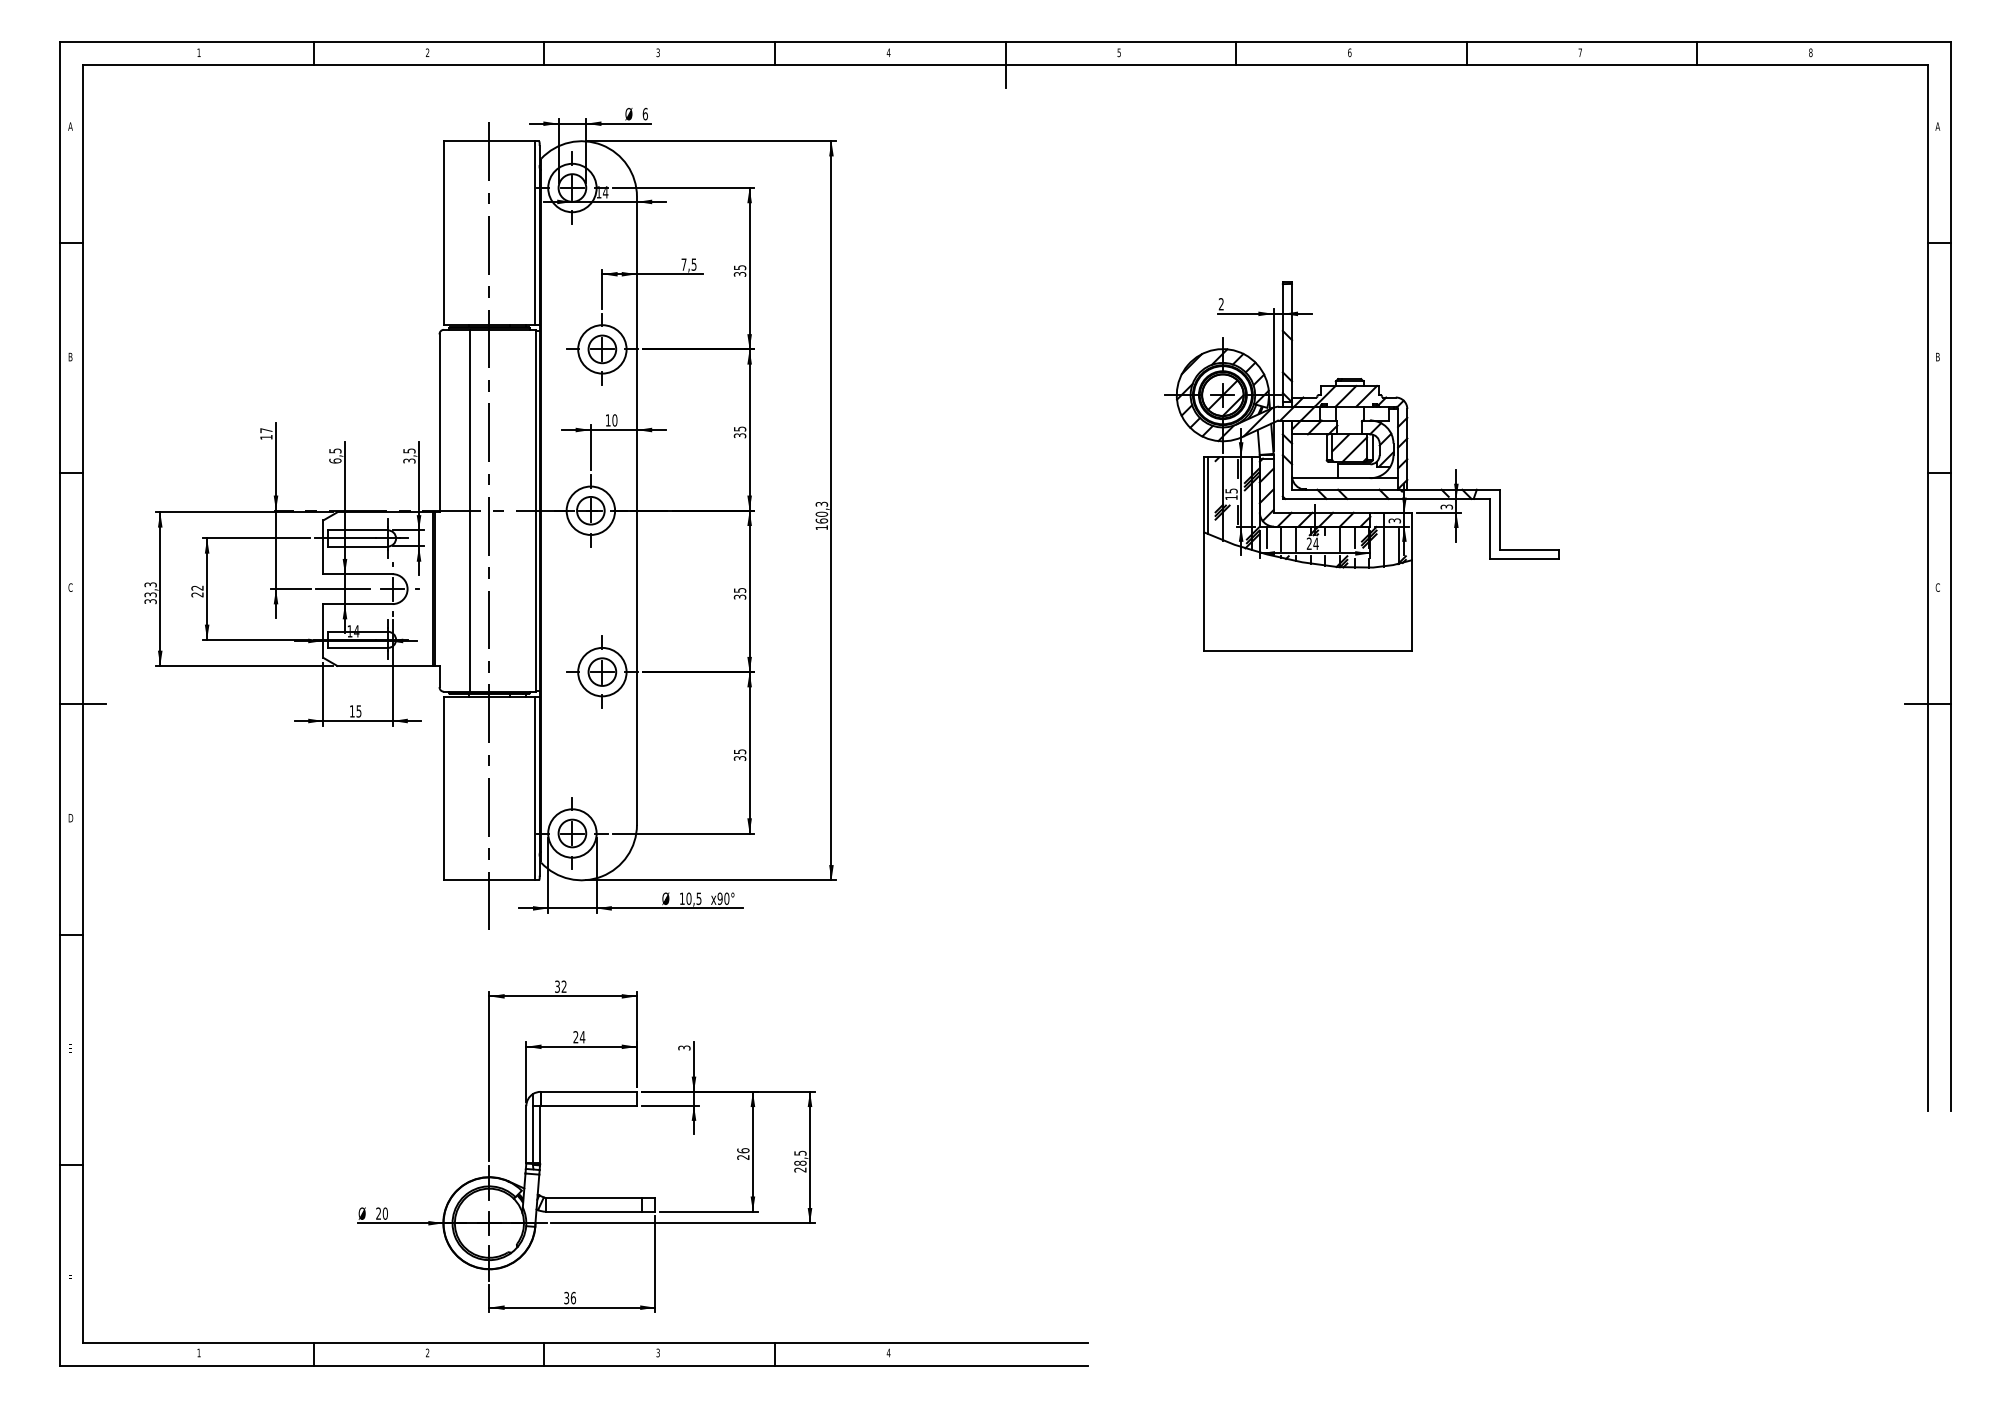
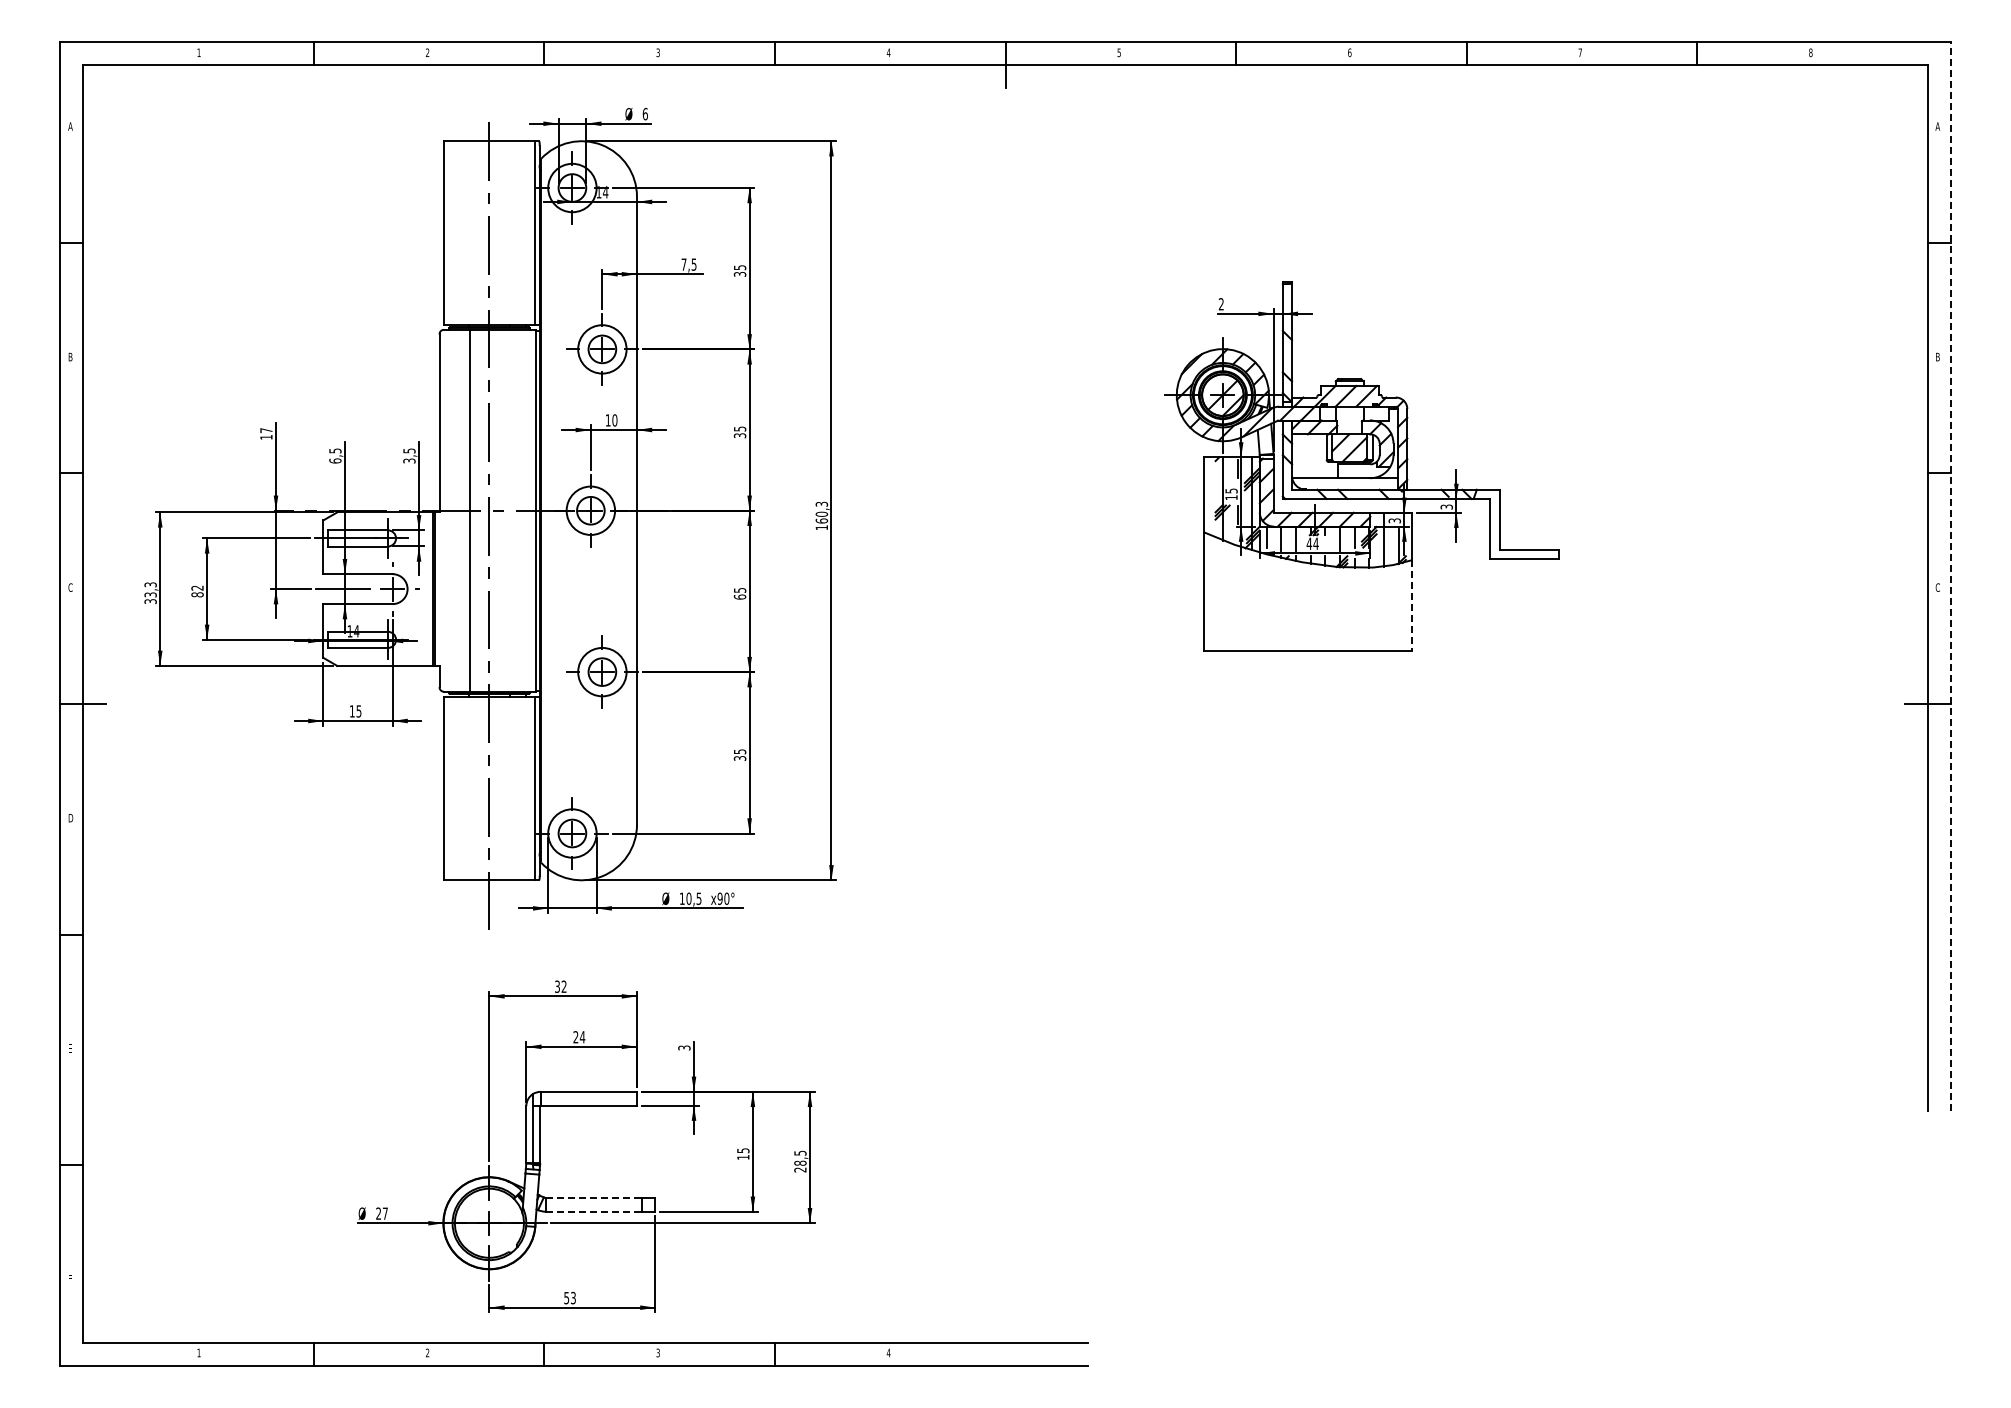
line at (1208, 495): present -> none
text at (1309, 543): 24 -> 44
line at (1950, 576): solid -> dashed
text at (197, 594): 22 -> 82
text at (739, 596): 35 -> 65
line at (1411, 606): solid -> dashed
text at (743, 1153): 26 -> 15
line at (593, 1197): solid -> dashed
line at (593, 1211): solid -> dashed
text at (384, 1213): 20 -> 27
text at (570, 1297): 36 -> 53
